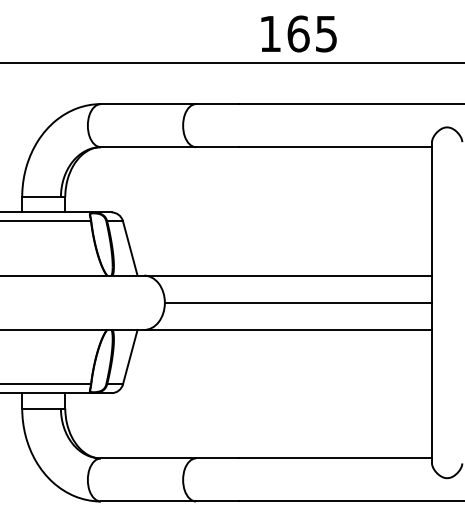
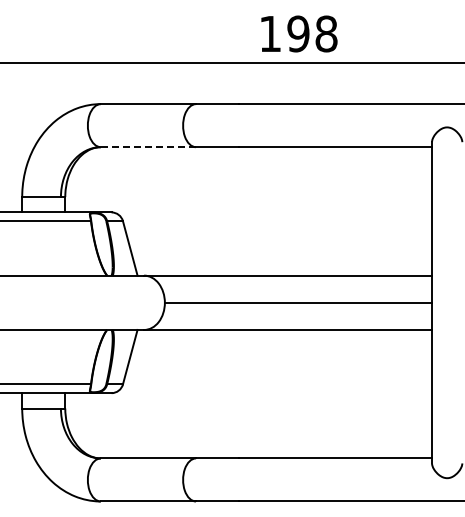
text at (312, 33): 165 -> 198
line at (148, 147): solid -> dashed
